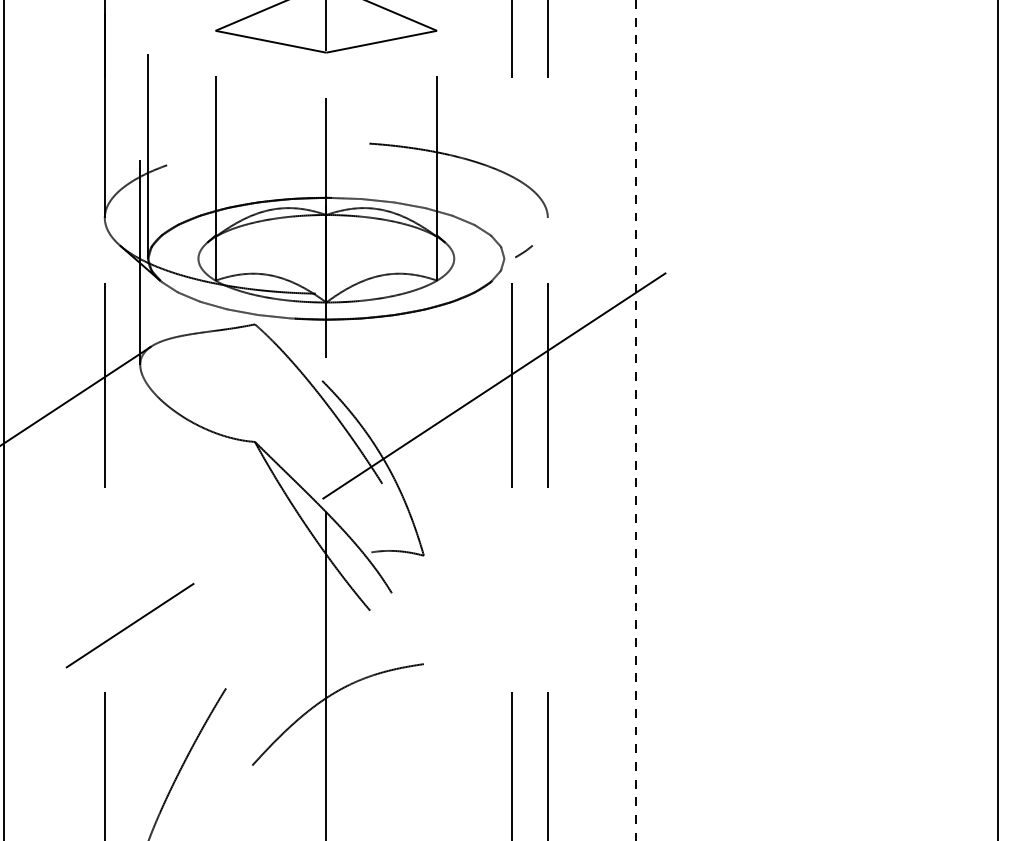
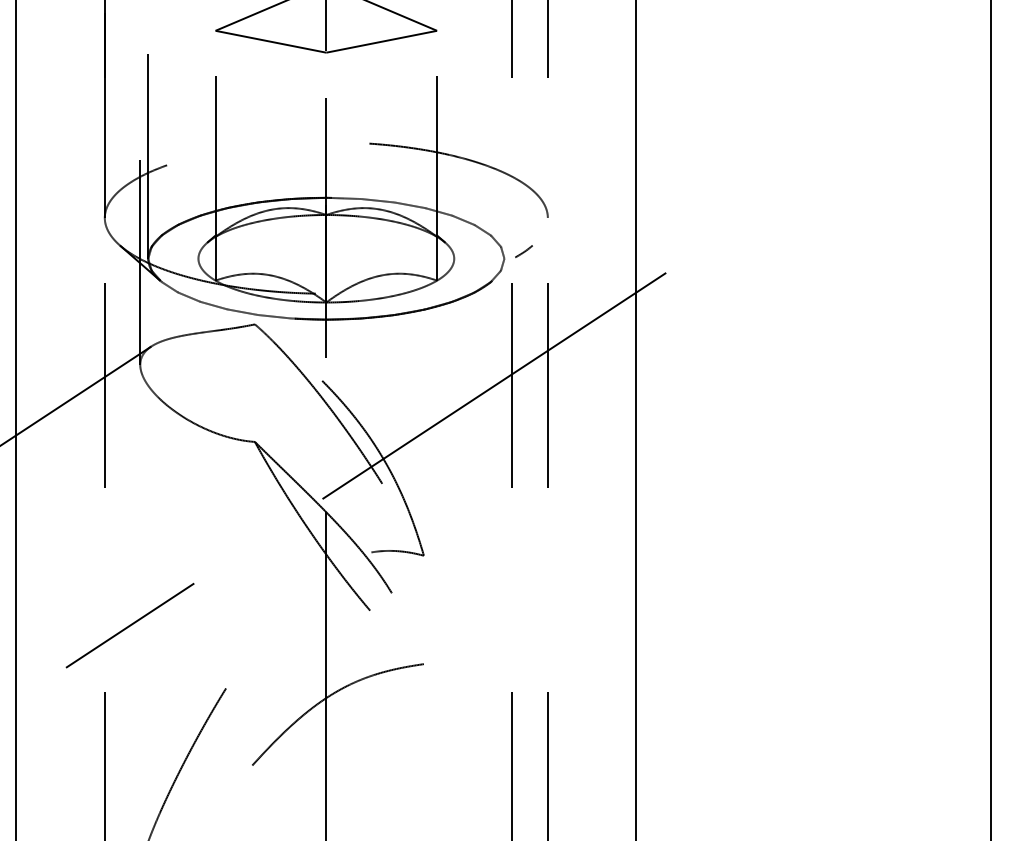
line at (4, 419) position: (4, 419) -> (16, 419)
line at (997, 419) position: (997, 419) -> (990, 419)
line at (636, 420): dashed -> solid
